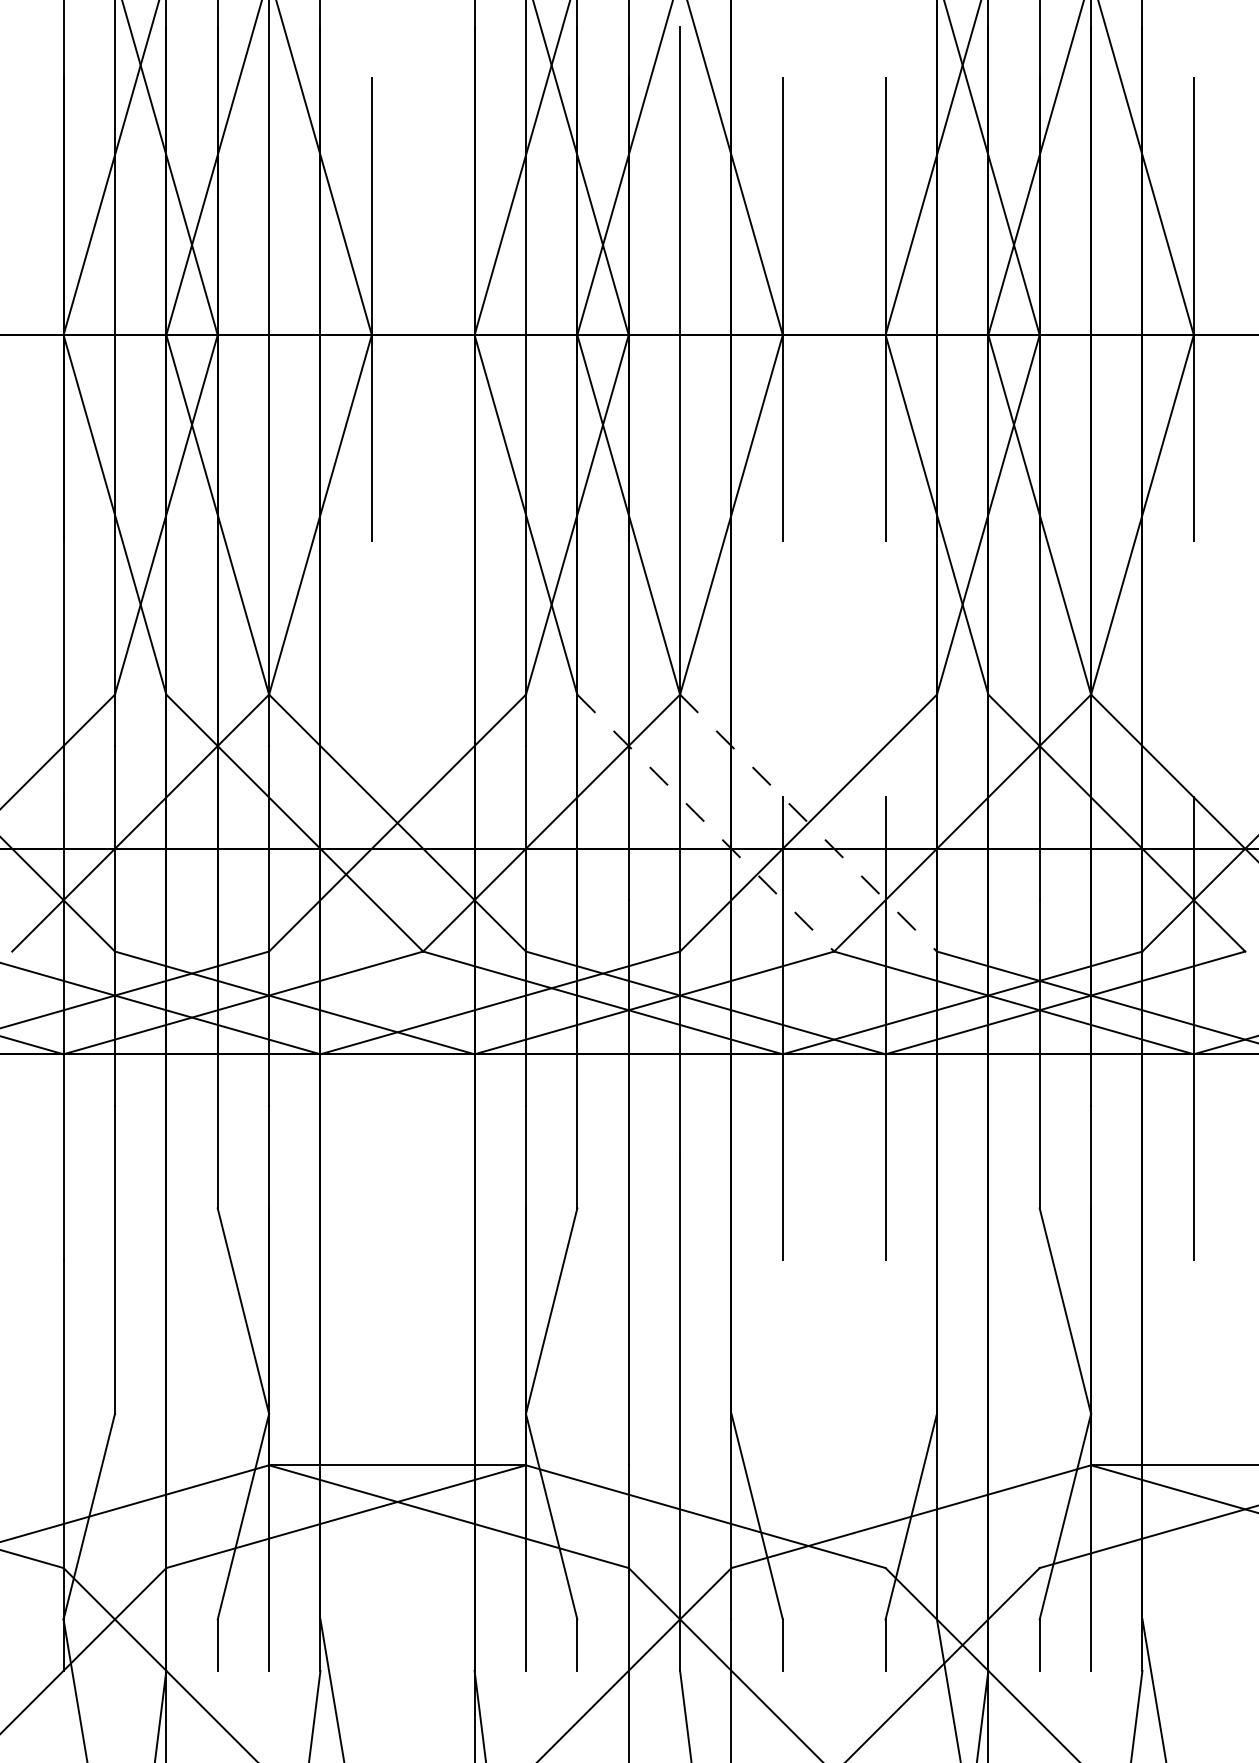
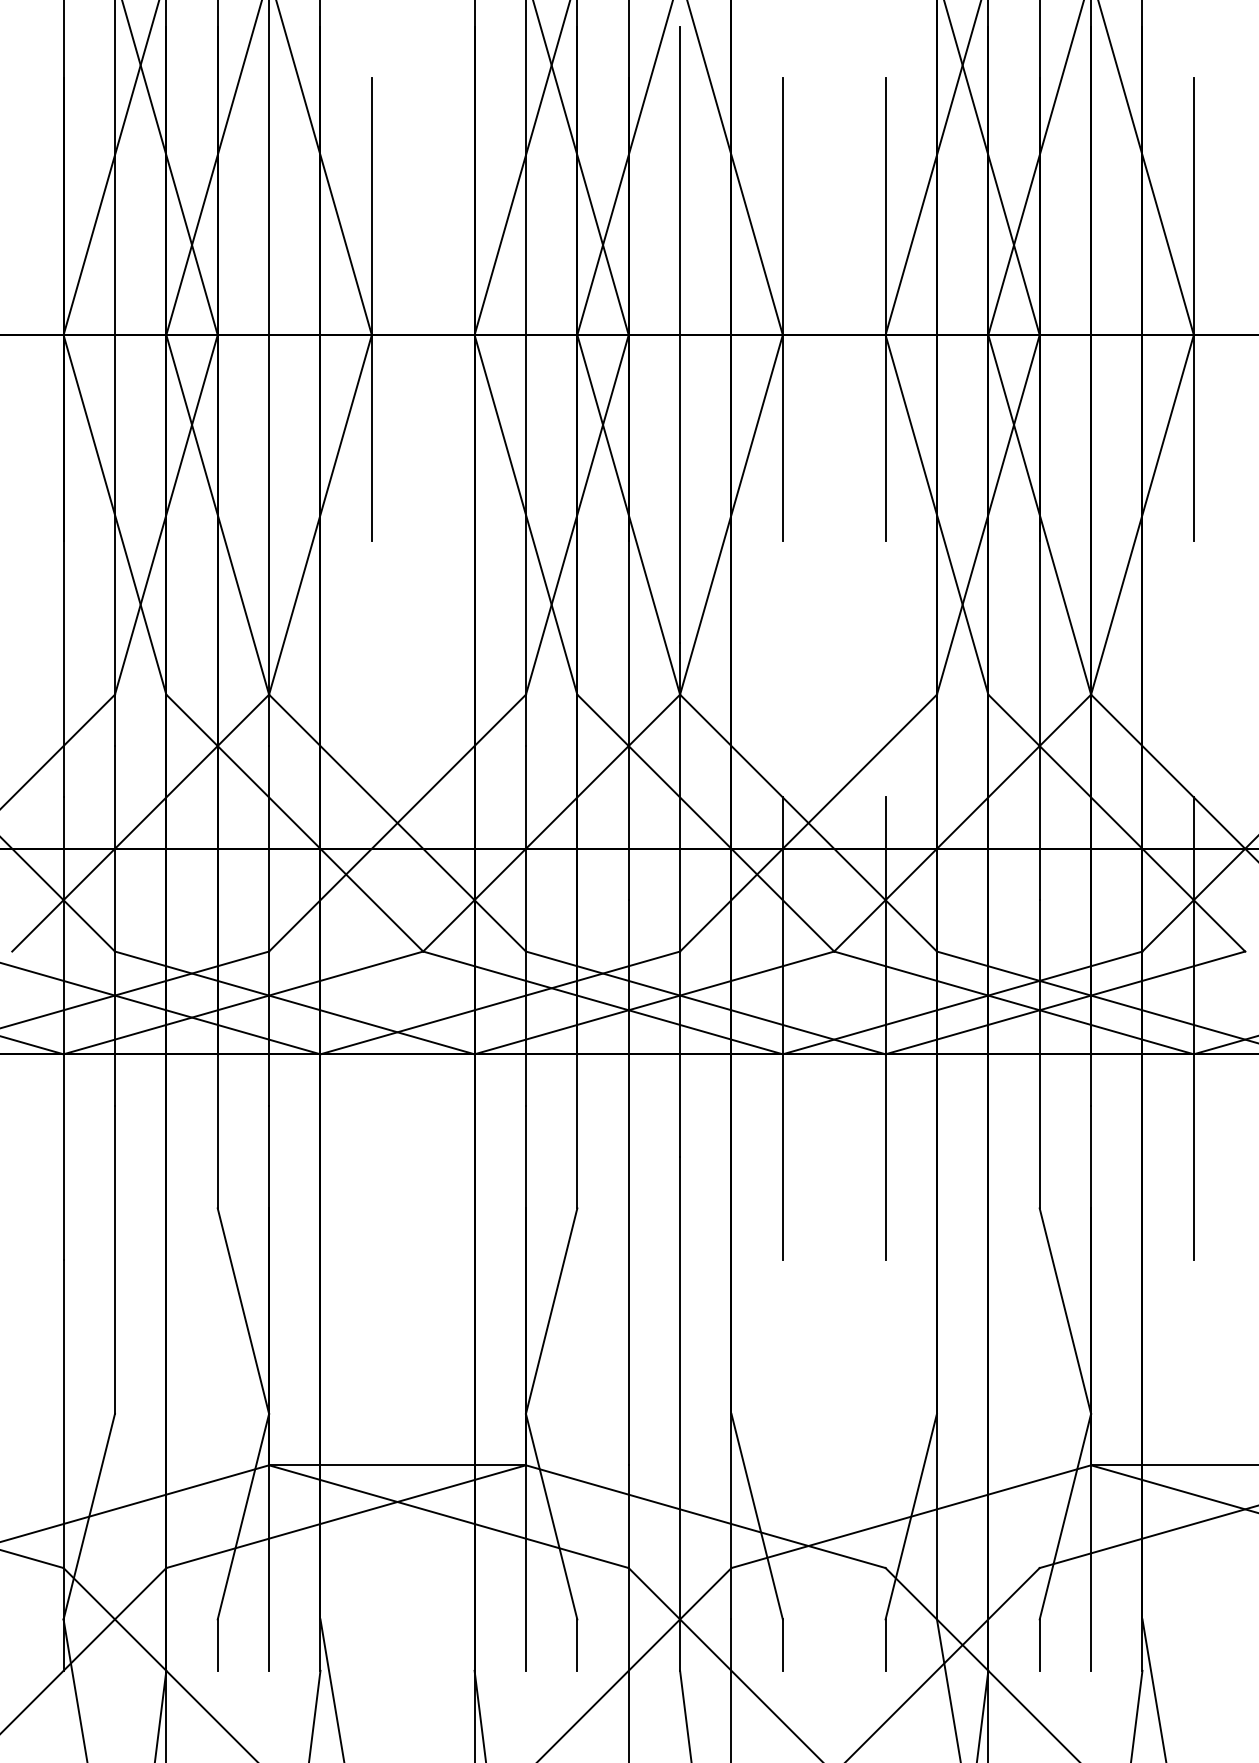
line at (705, 823): dashed -> solid
line at (808, 823): dashed -> solid
